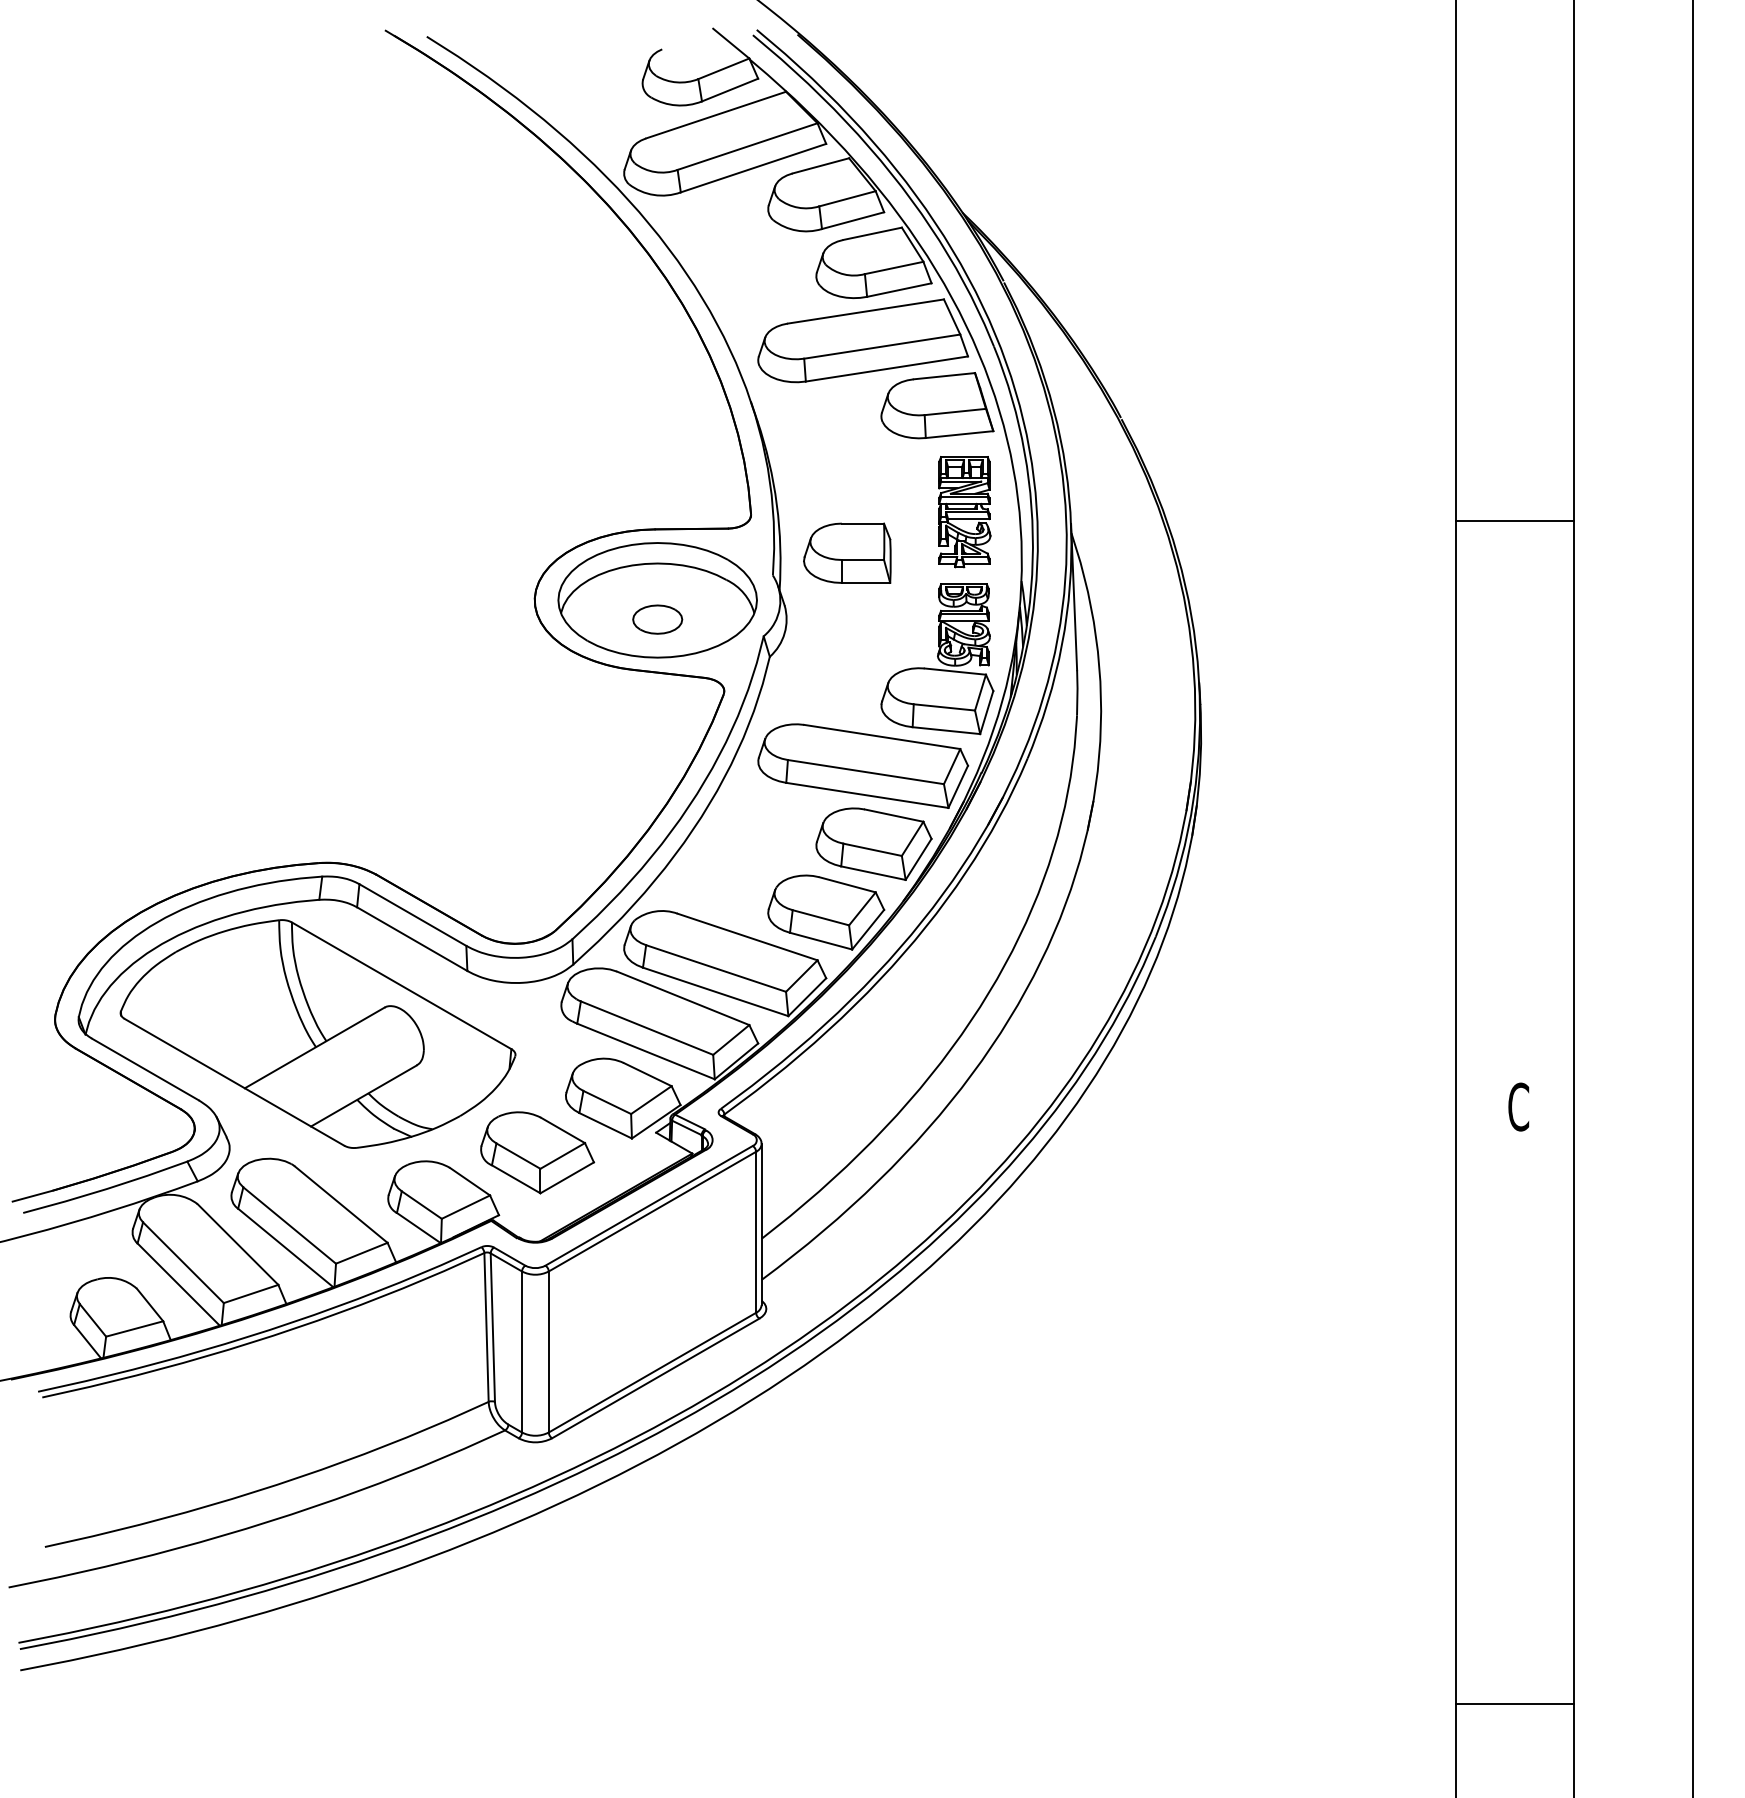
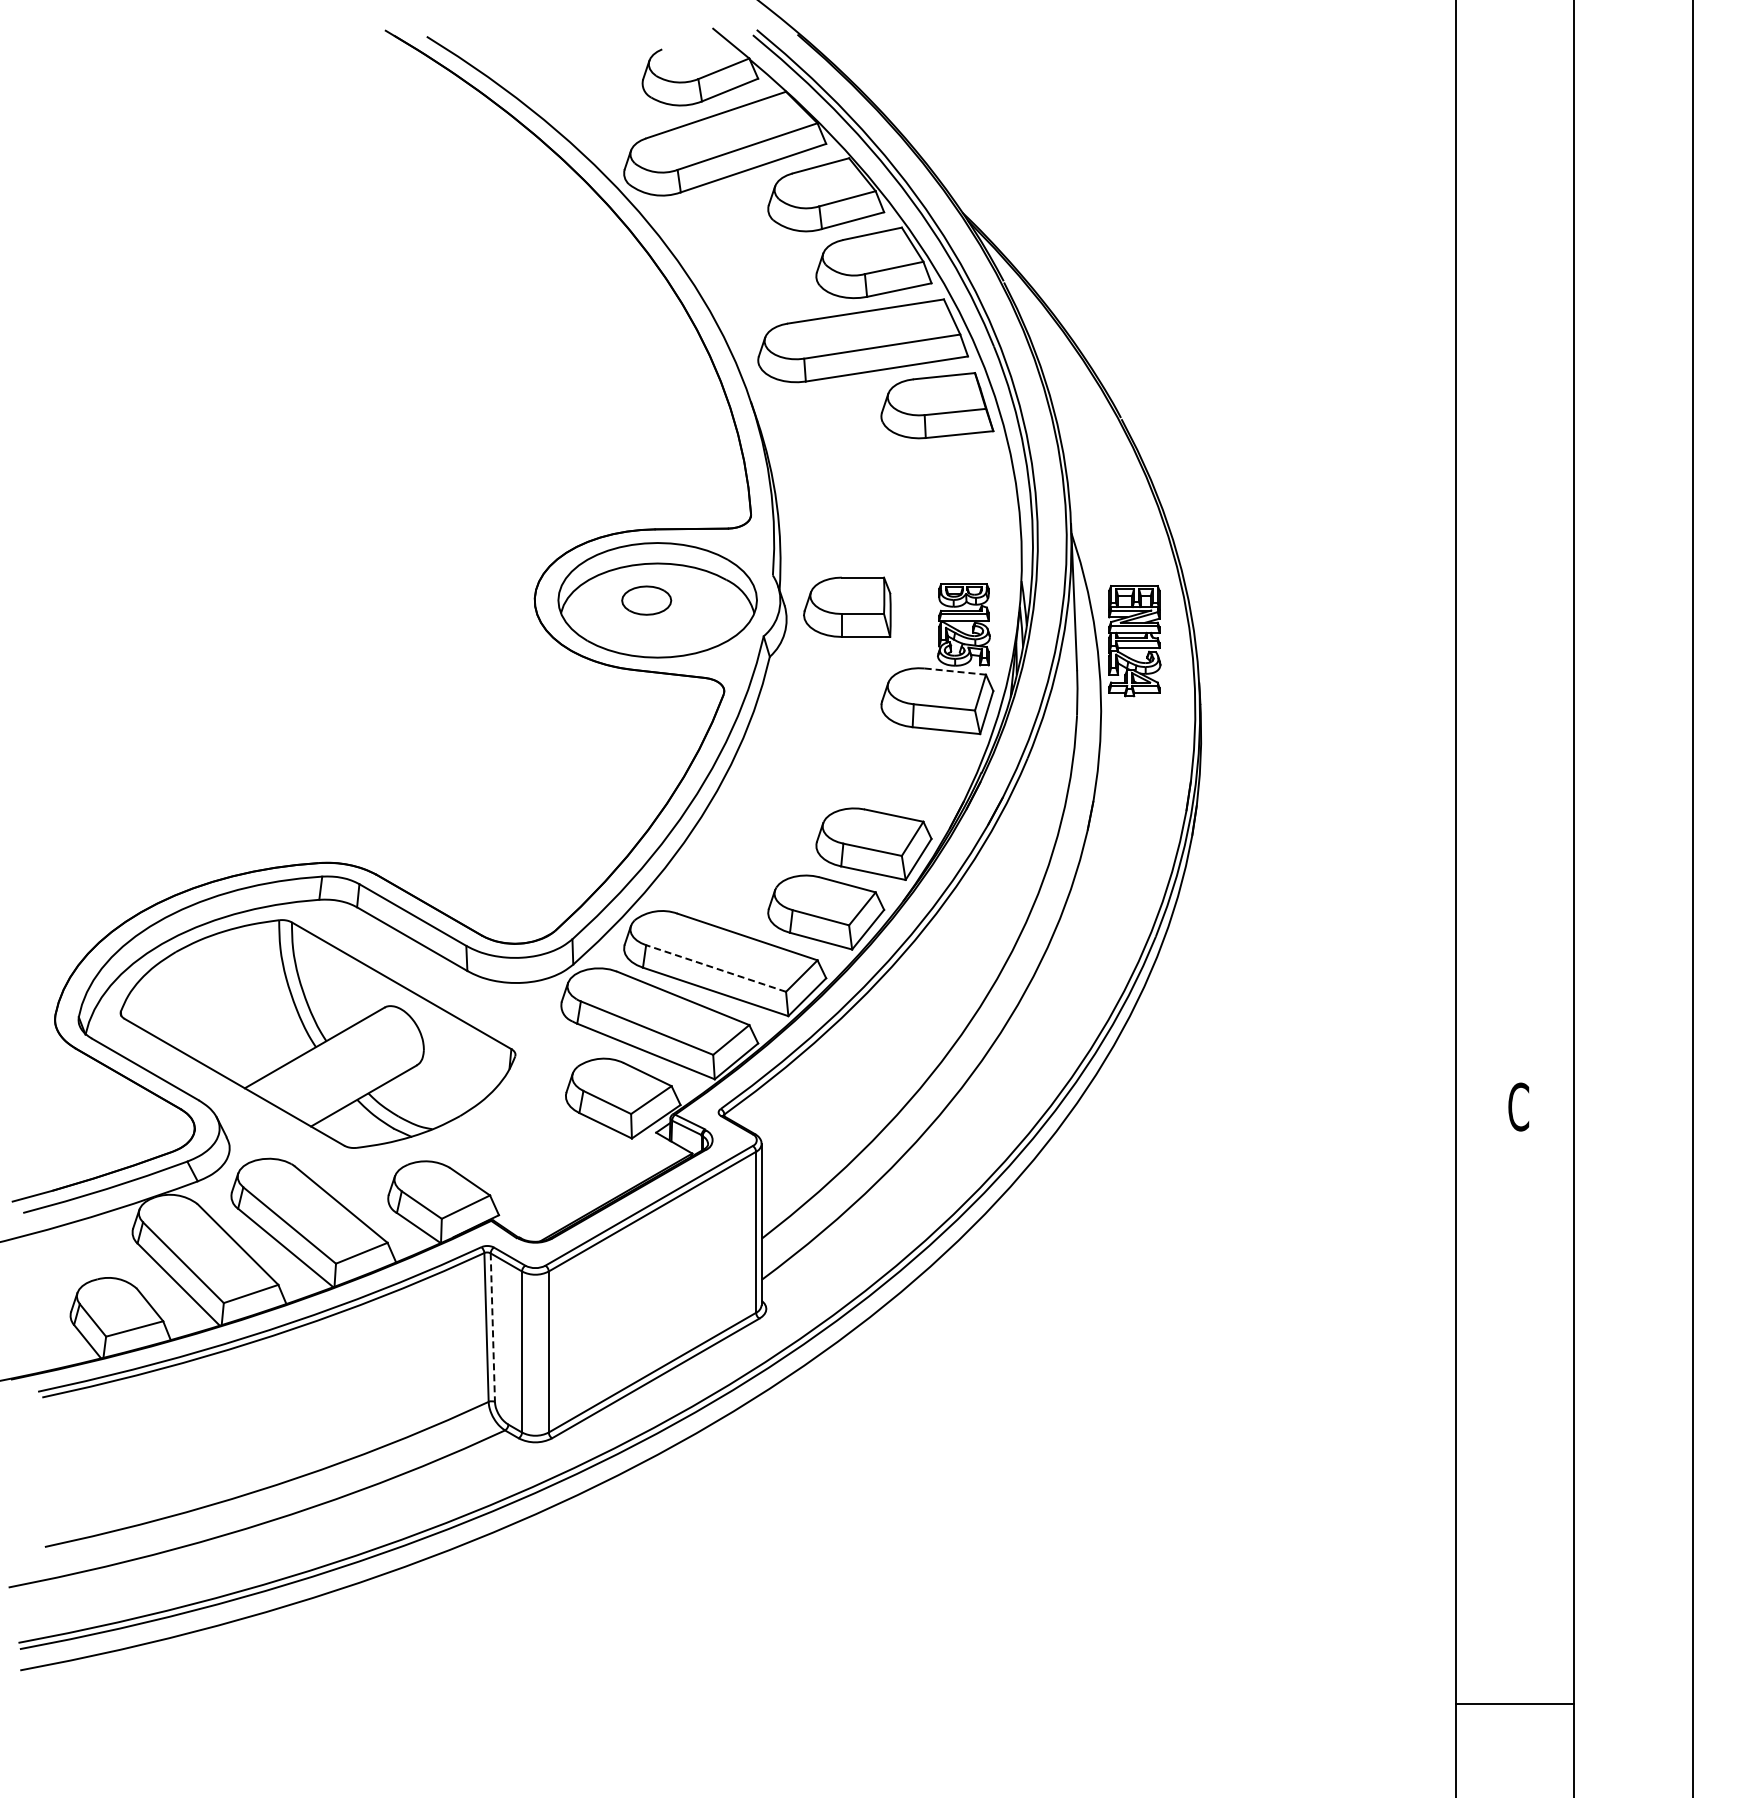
part at (964, 512) position: (964, 512) -> (1134, 641)
line at (1515, 521): present -> none
part at (847, 552) position: (847, 552) -> (847, 606)
part at (657, 619) position: (657, 619) -> (646, 600)
line at (955, 671): solid -> dashed
part at (863, 765): present -> none
line at (716, 968): solid -> dashed
part at (537, 1152): present -> none
line at (492, 1328): solid -> dashed
